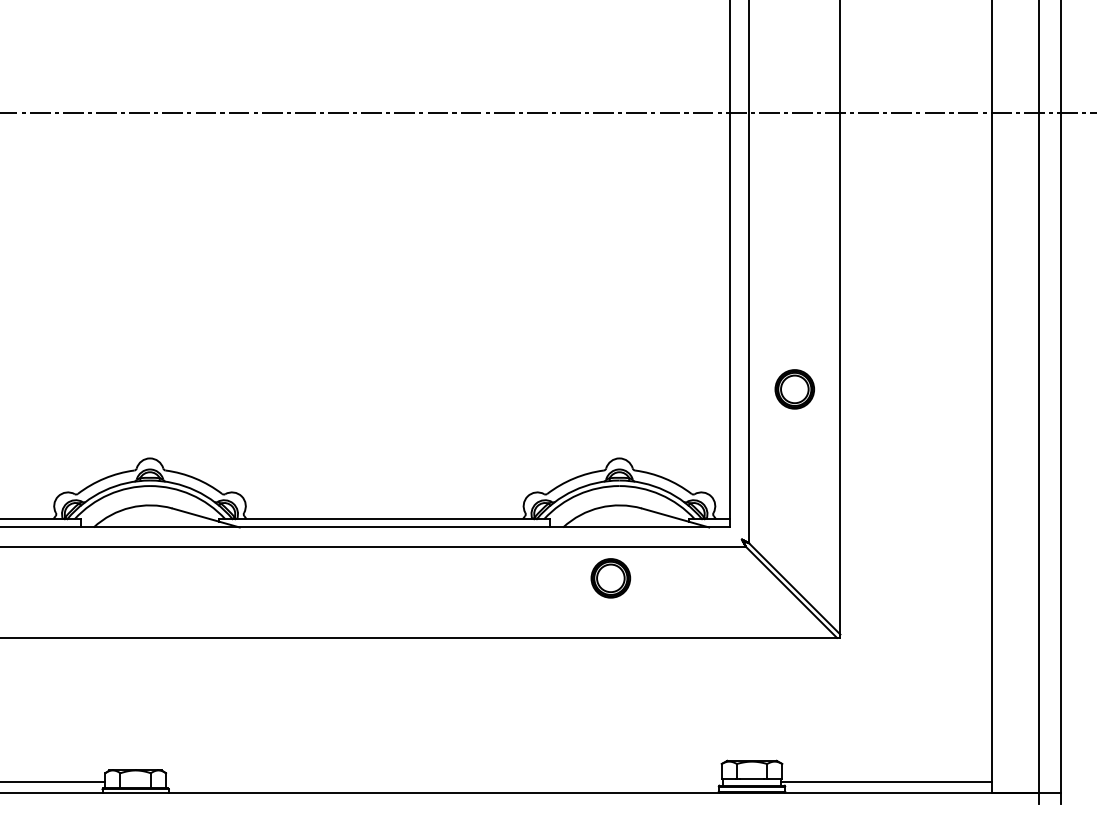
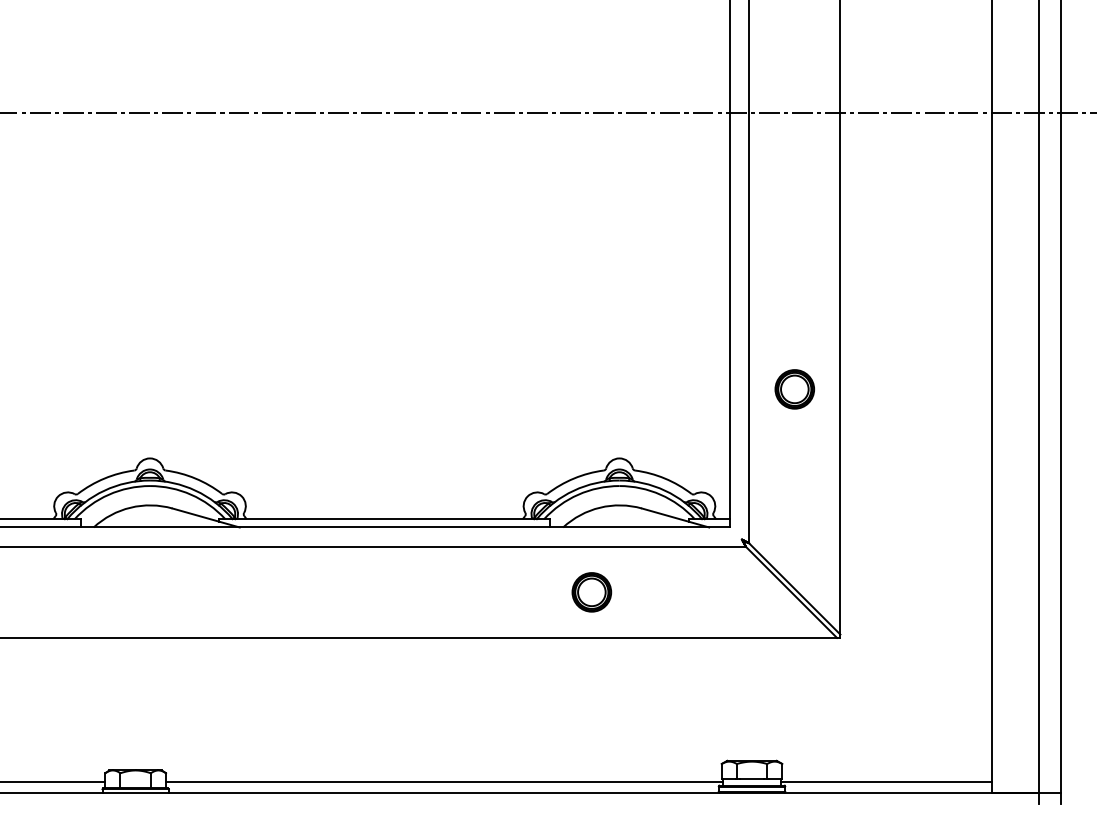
part at (610, 578) position: (610, 578) -> (591, 592)
line at (444, 781): none -> present
